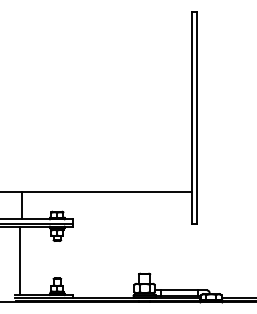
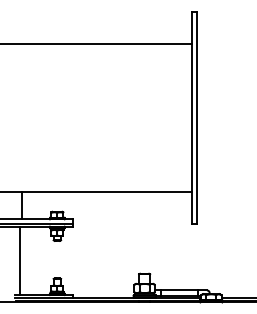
line at (97, 43): none -> present
